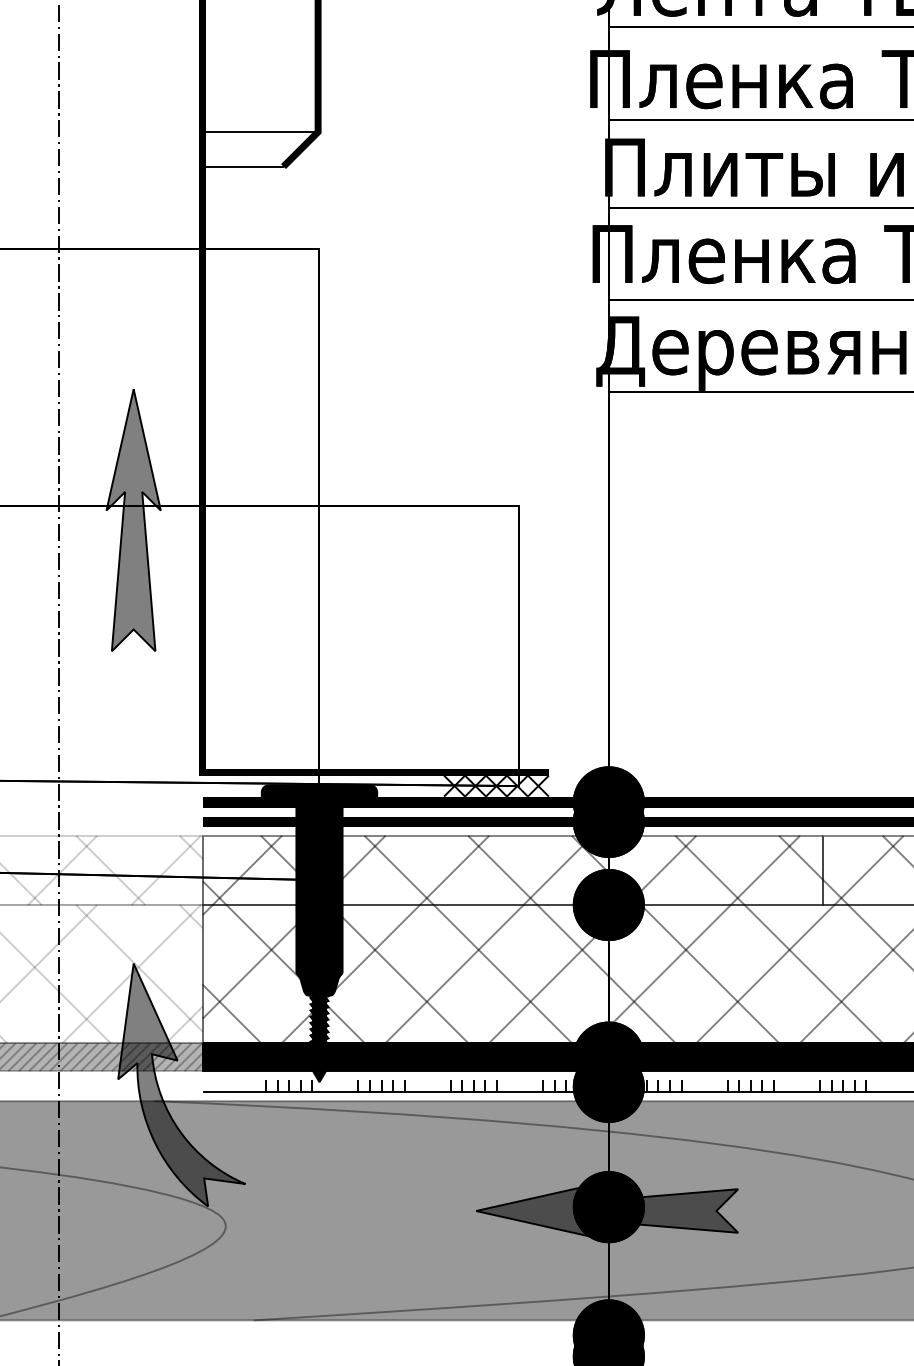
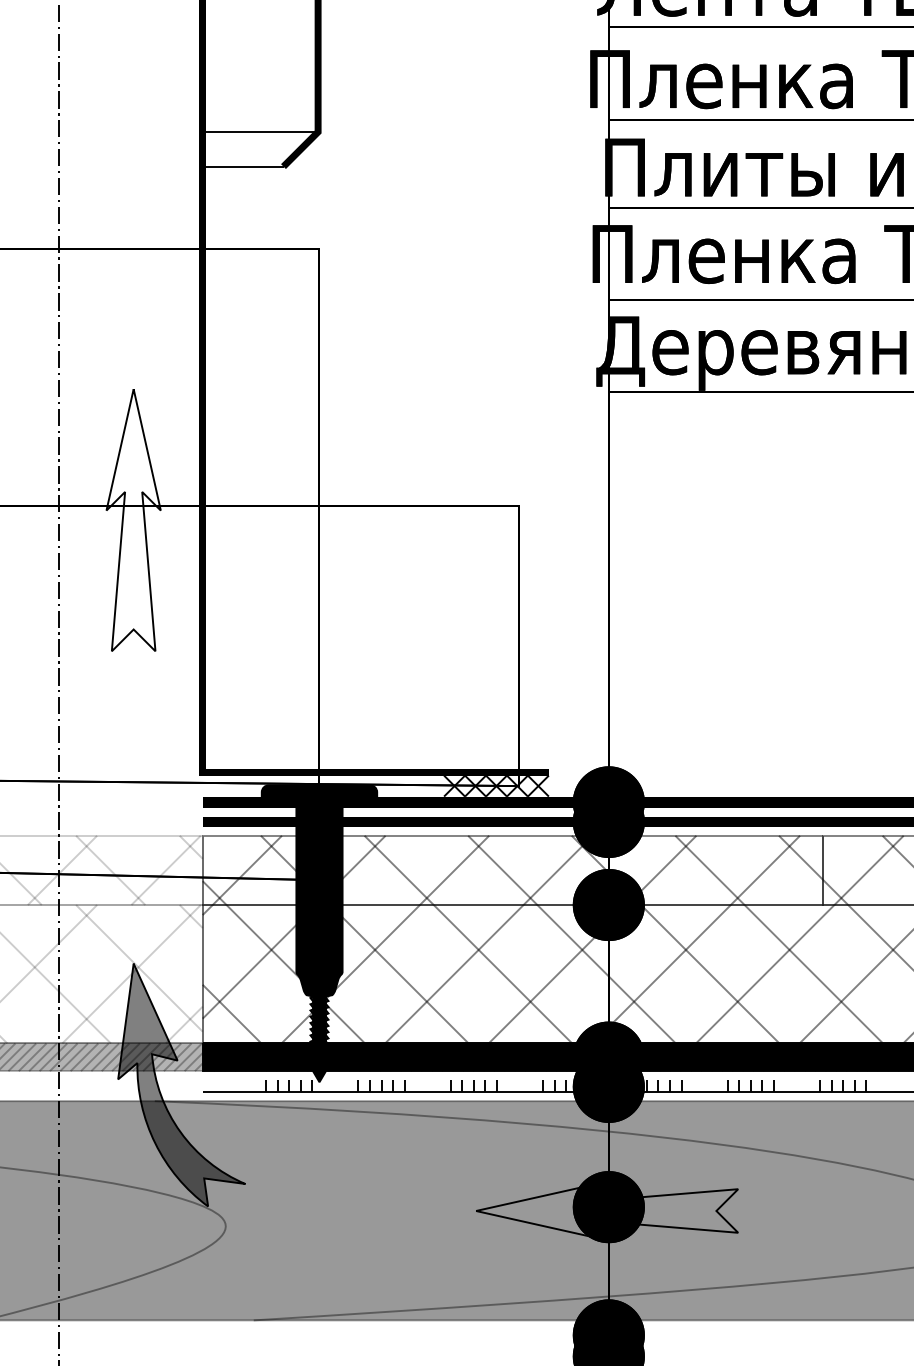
fill at (133, 520): present -> none
fill at (607, 1210): present -> none
